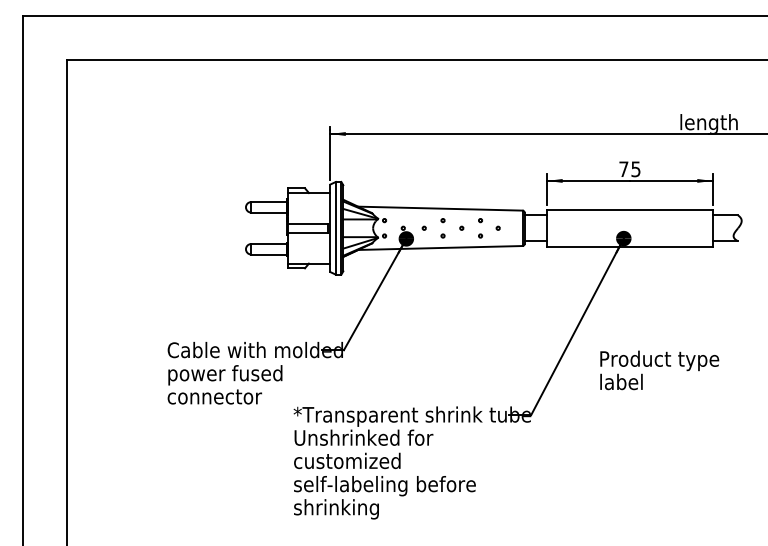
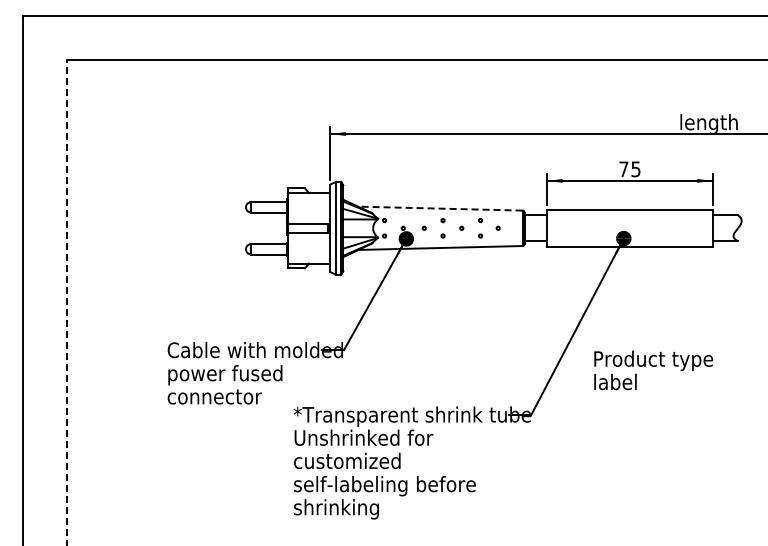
line at (439, 208): solid -> dashed
line at (67, 302): solid -> dashed
text at (659, 370) position: (659, 370) -> (653, 370)
